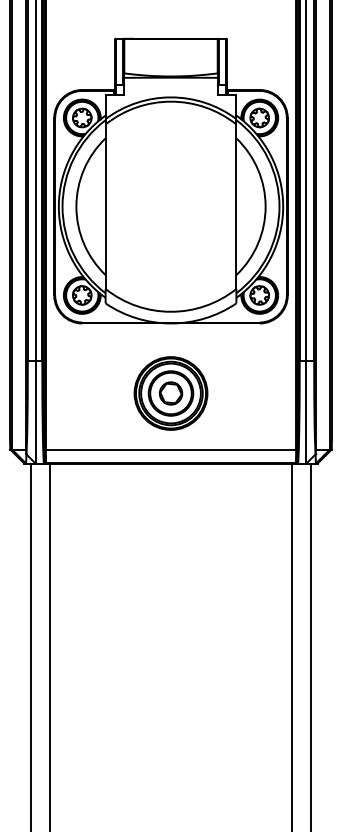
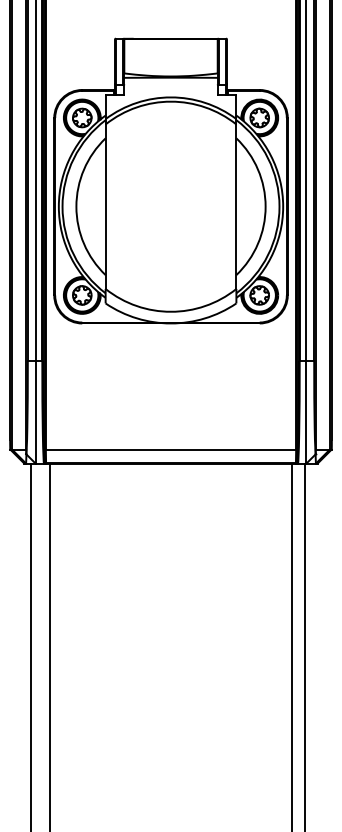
part at (170, 393): present -> none
line at (311, 645) position: (311, 645) -> (305, 645)
